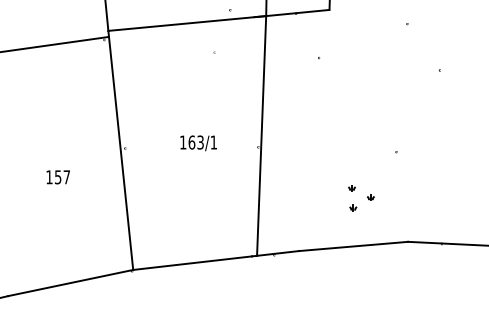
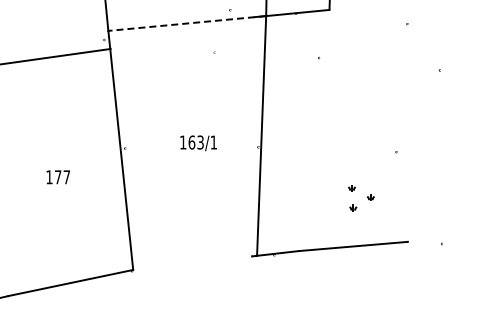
line at (187, 23): solid -> dashed
line at (55, 43) position: (55, 43) -> (56, 56)
text at (58, 177): 157 -> 177
line at (446, 243): present -> none
line at (192, 262): present -> none
